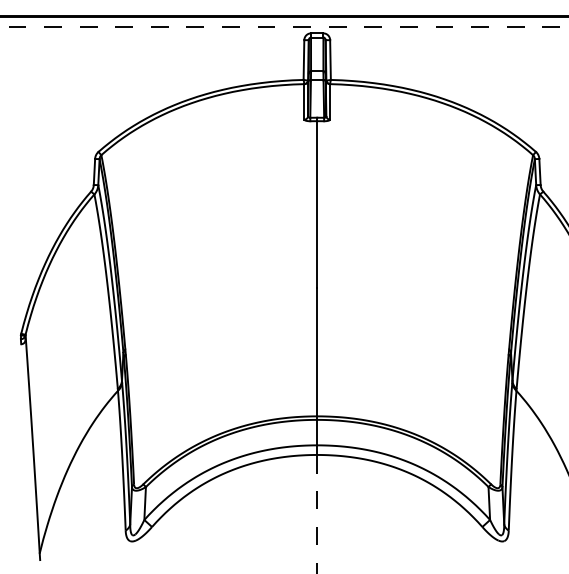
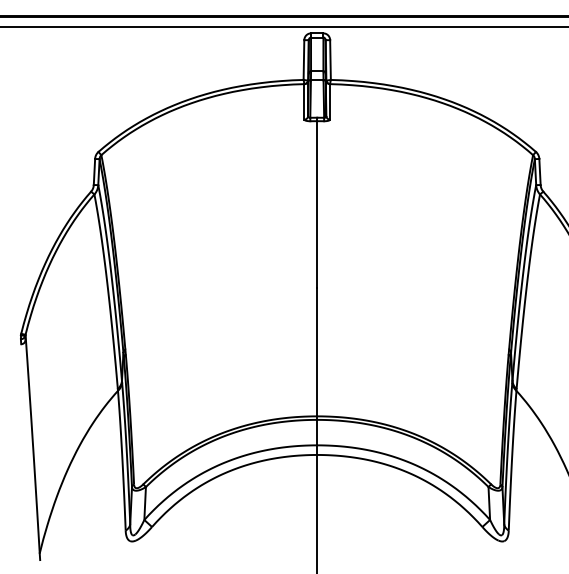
line at (284, 26): dashed -> solid
line at (317, 513): dashed -> solid
